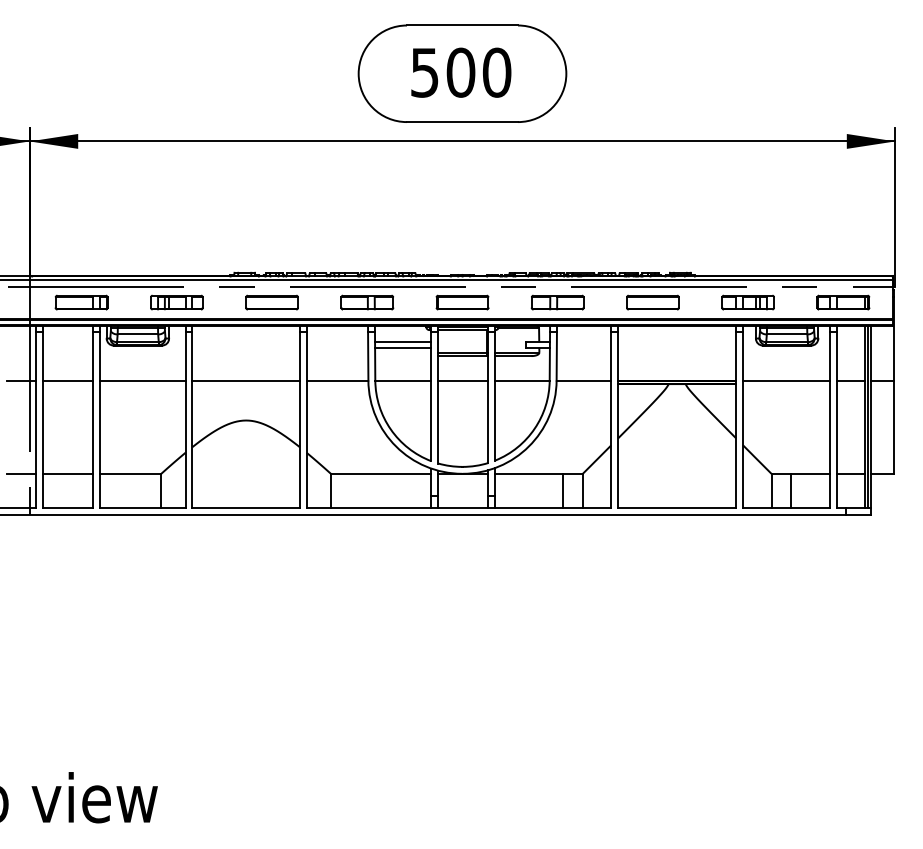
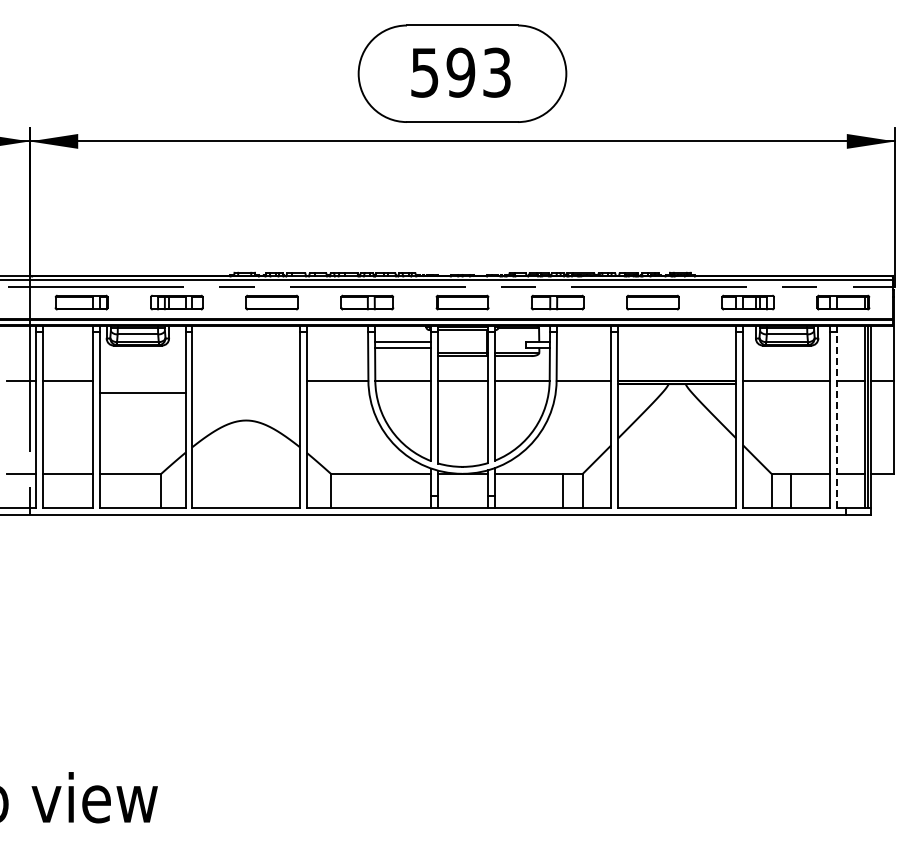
text at (478, 72): 500 -> 593
line at (142, 380) position: (142, 380) -> (142, 392)
line at (245, 380): present -> none
line at (836, 419): solid -> dashed
